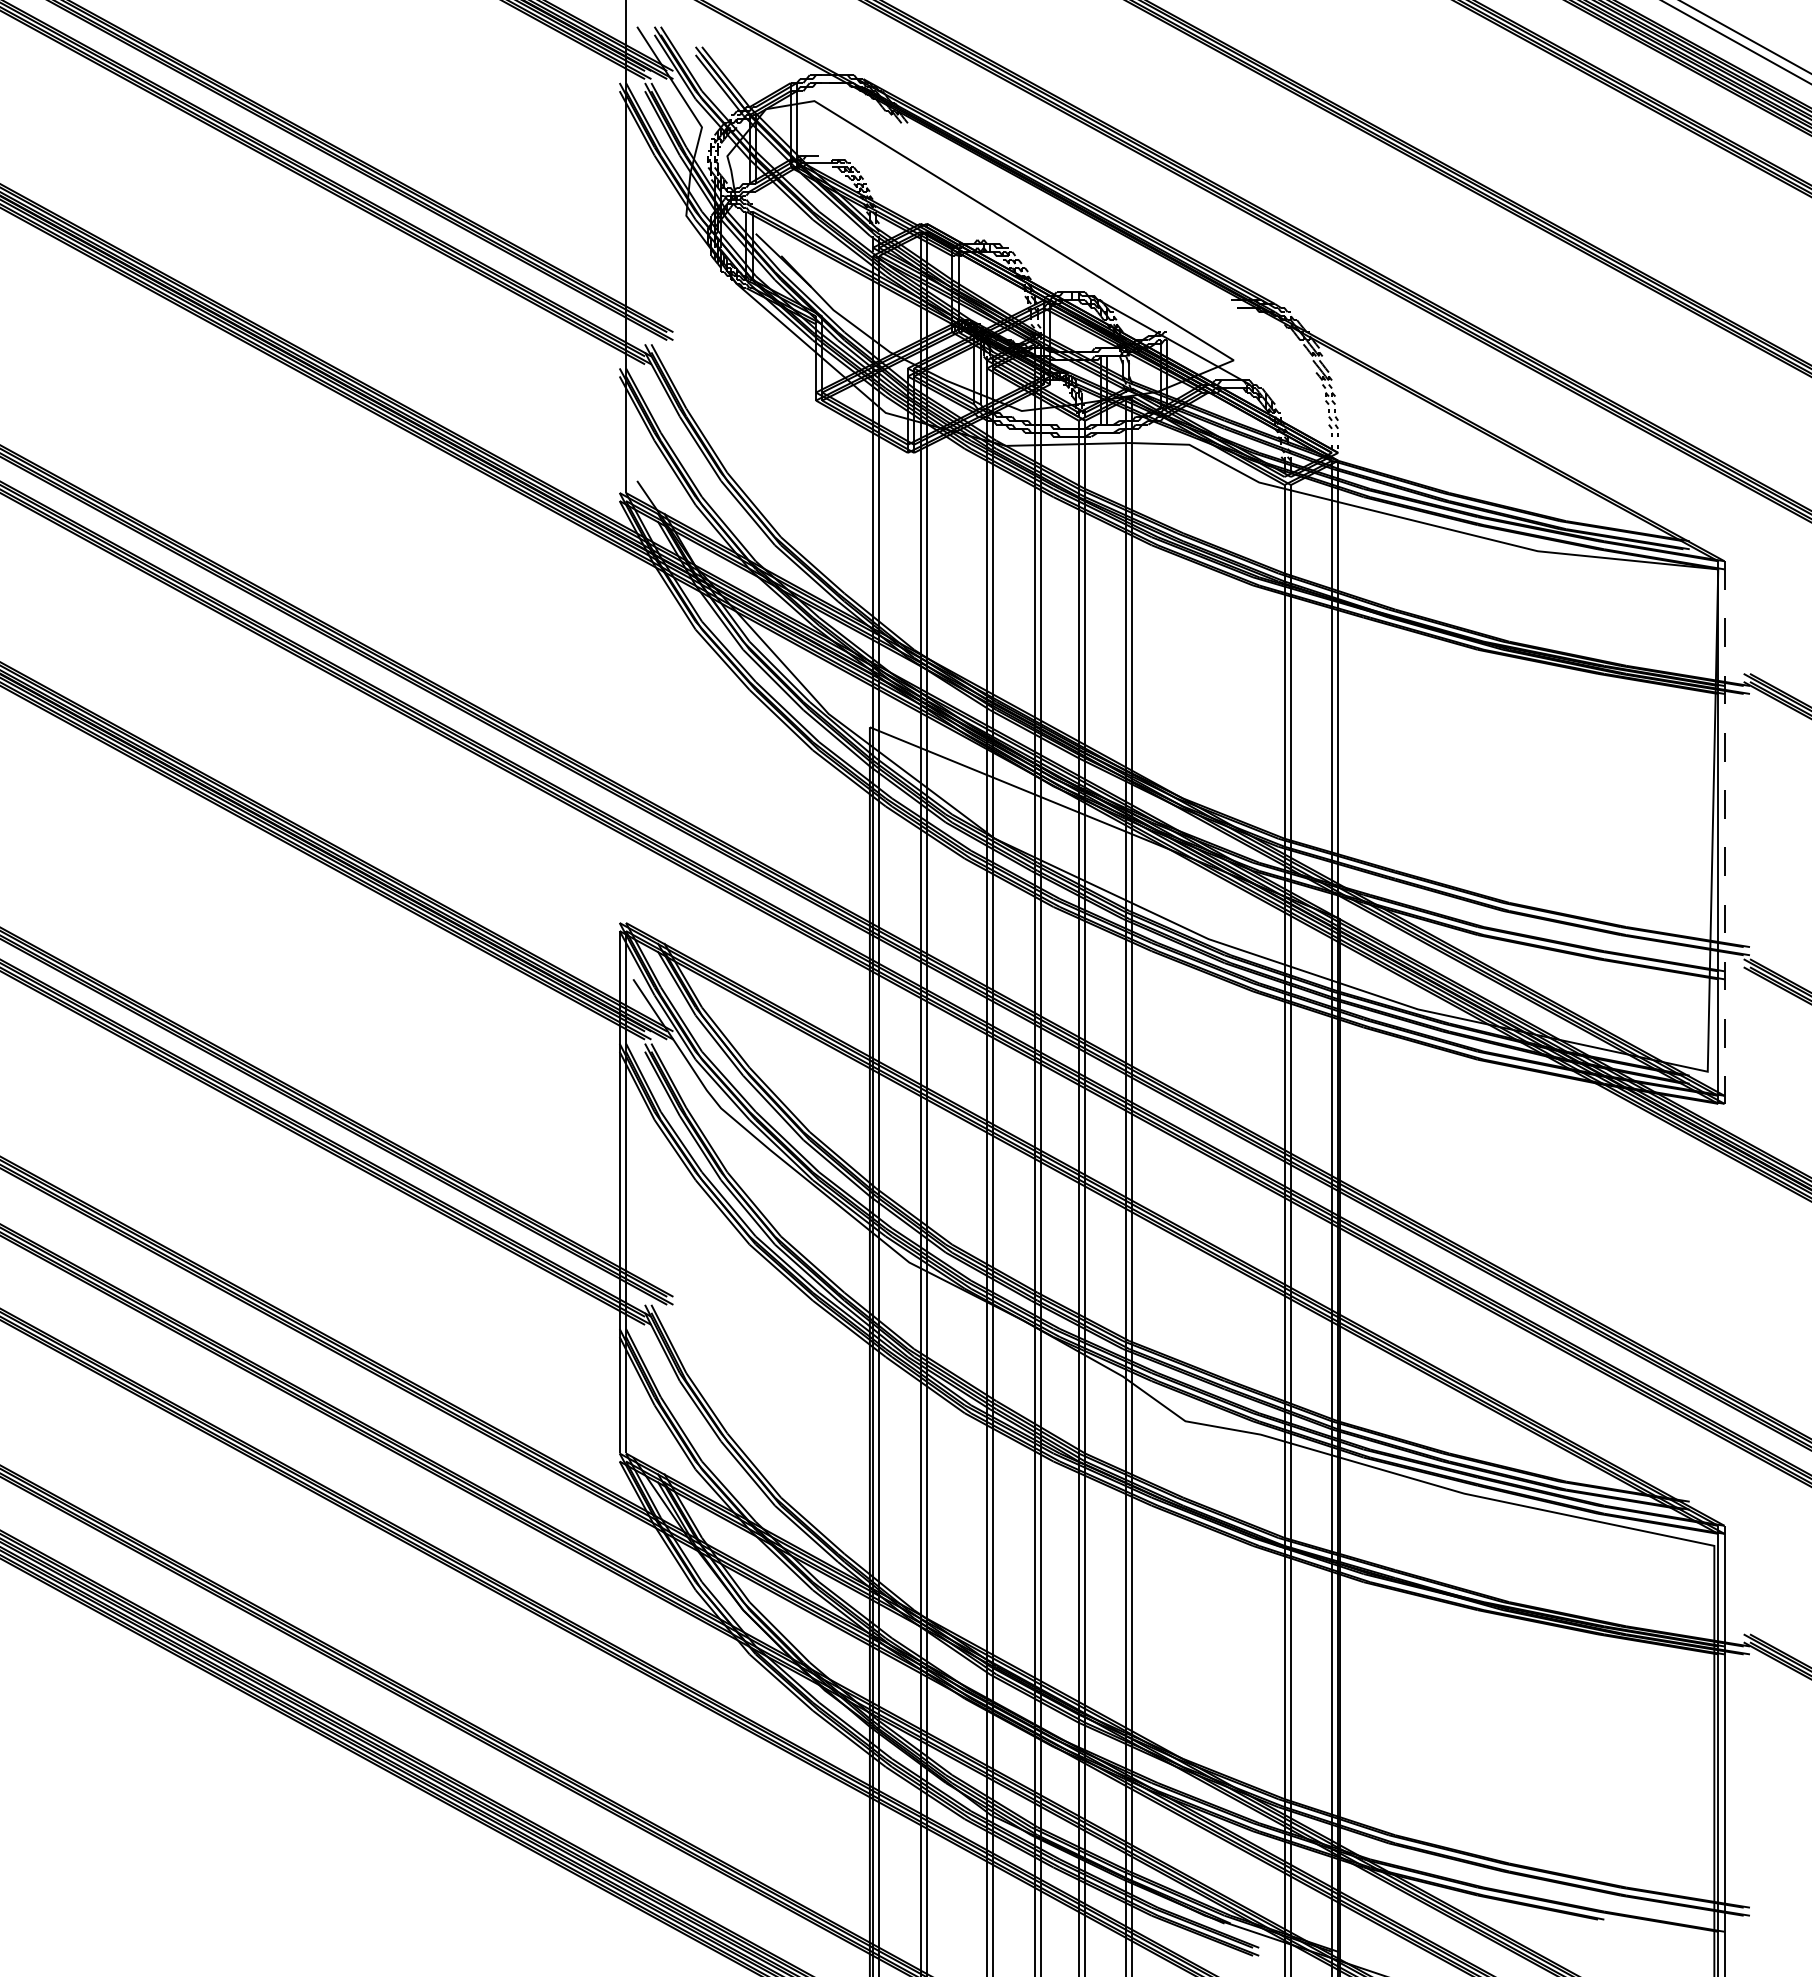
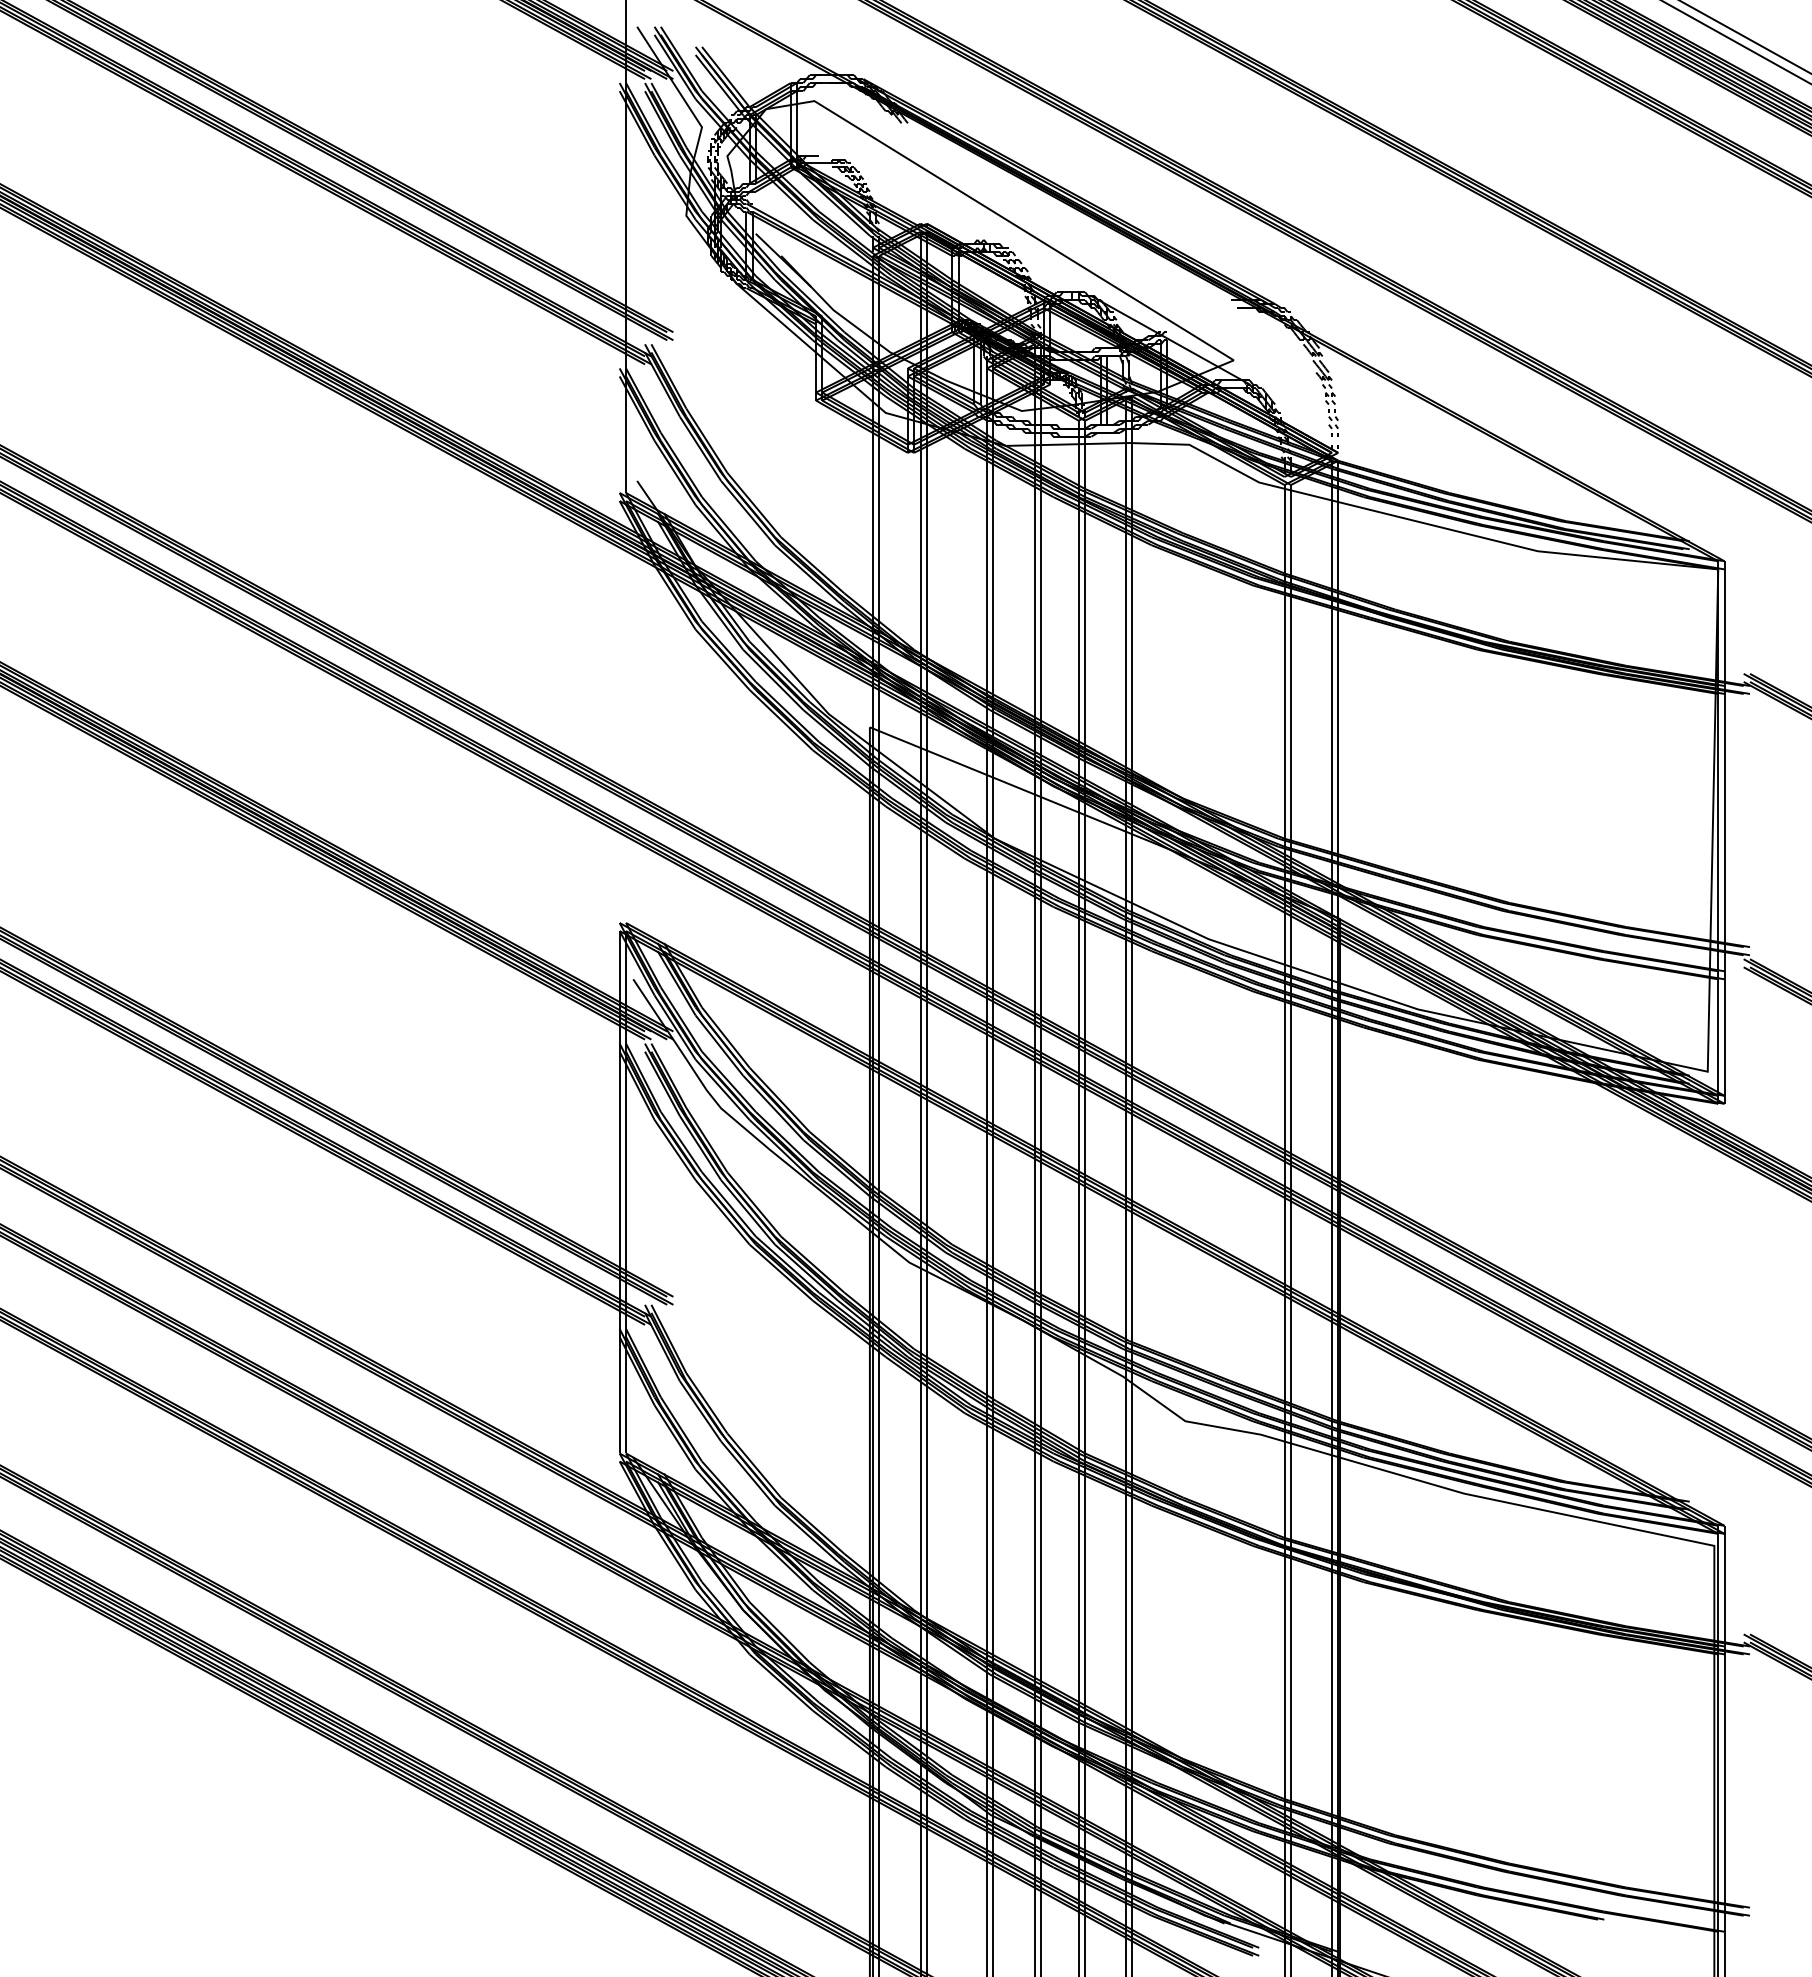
line at (1724, 833): dashed -> solid
